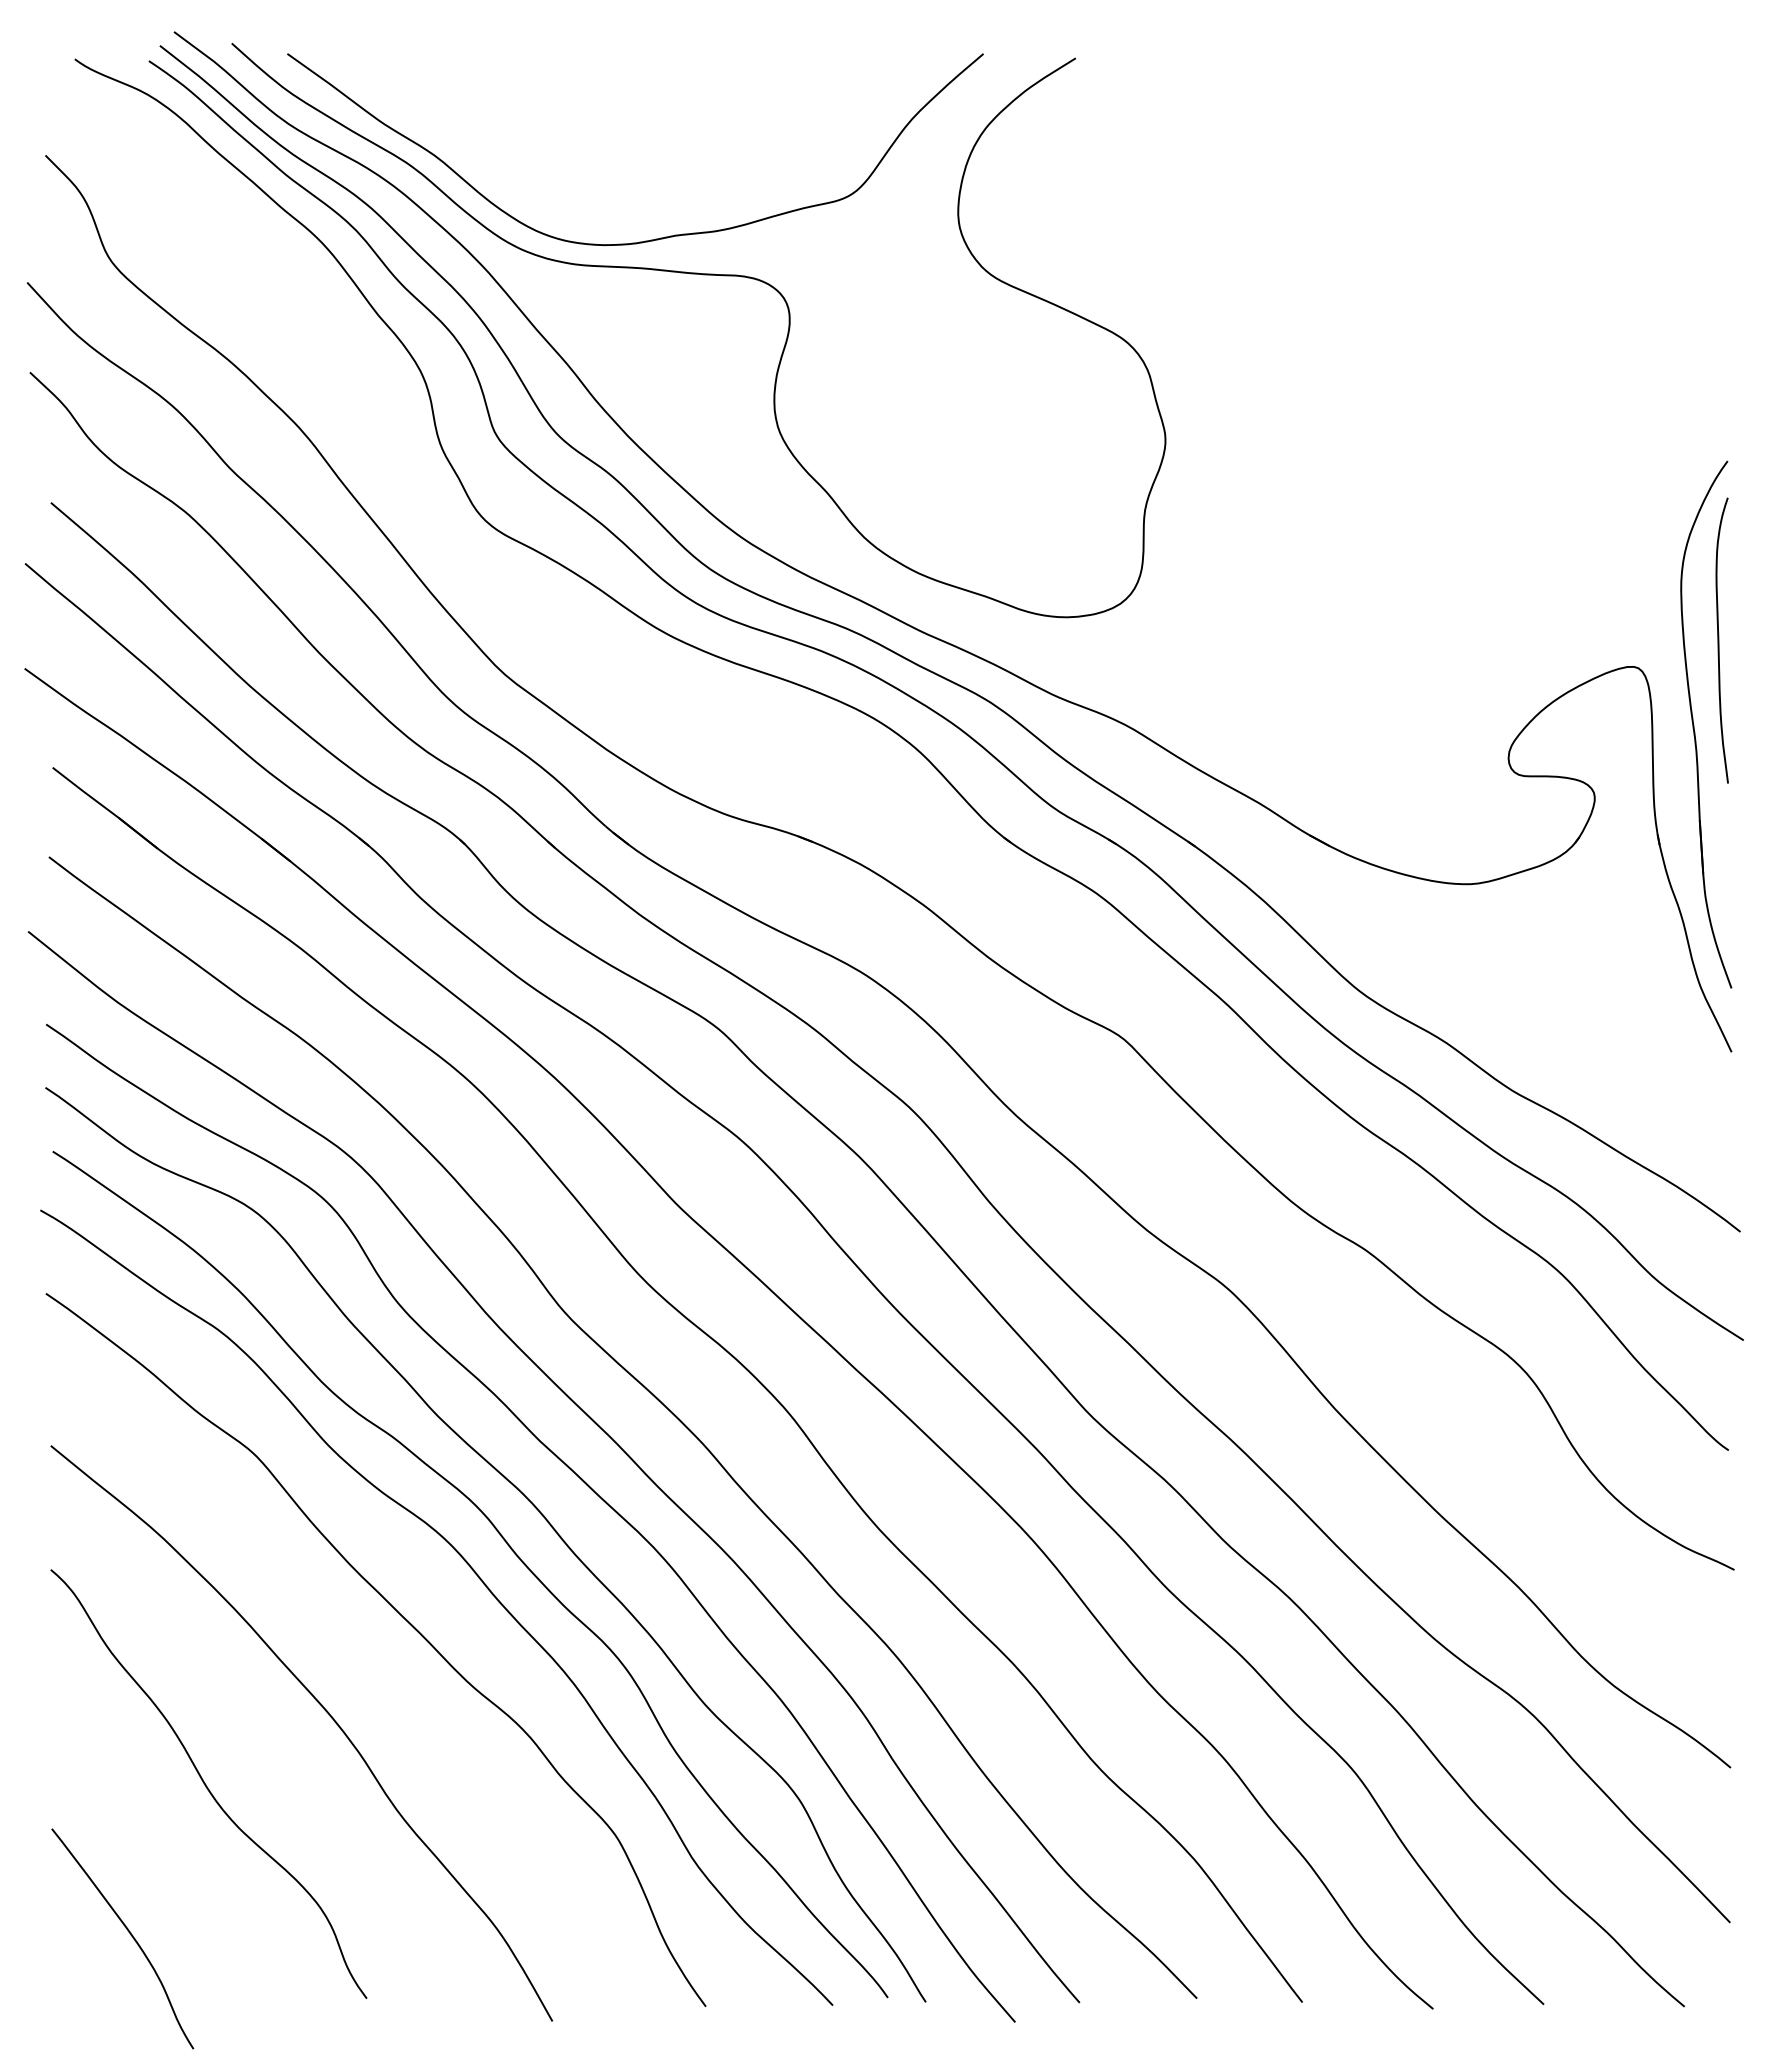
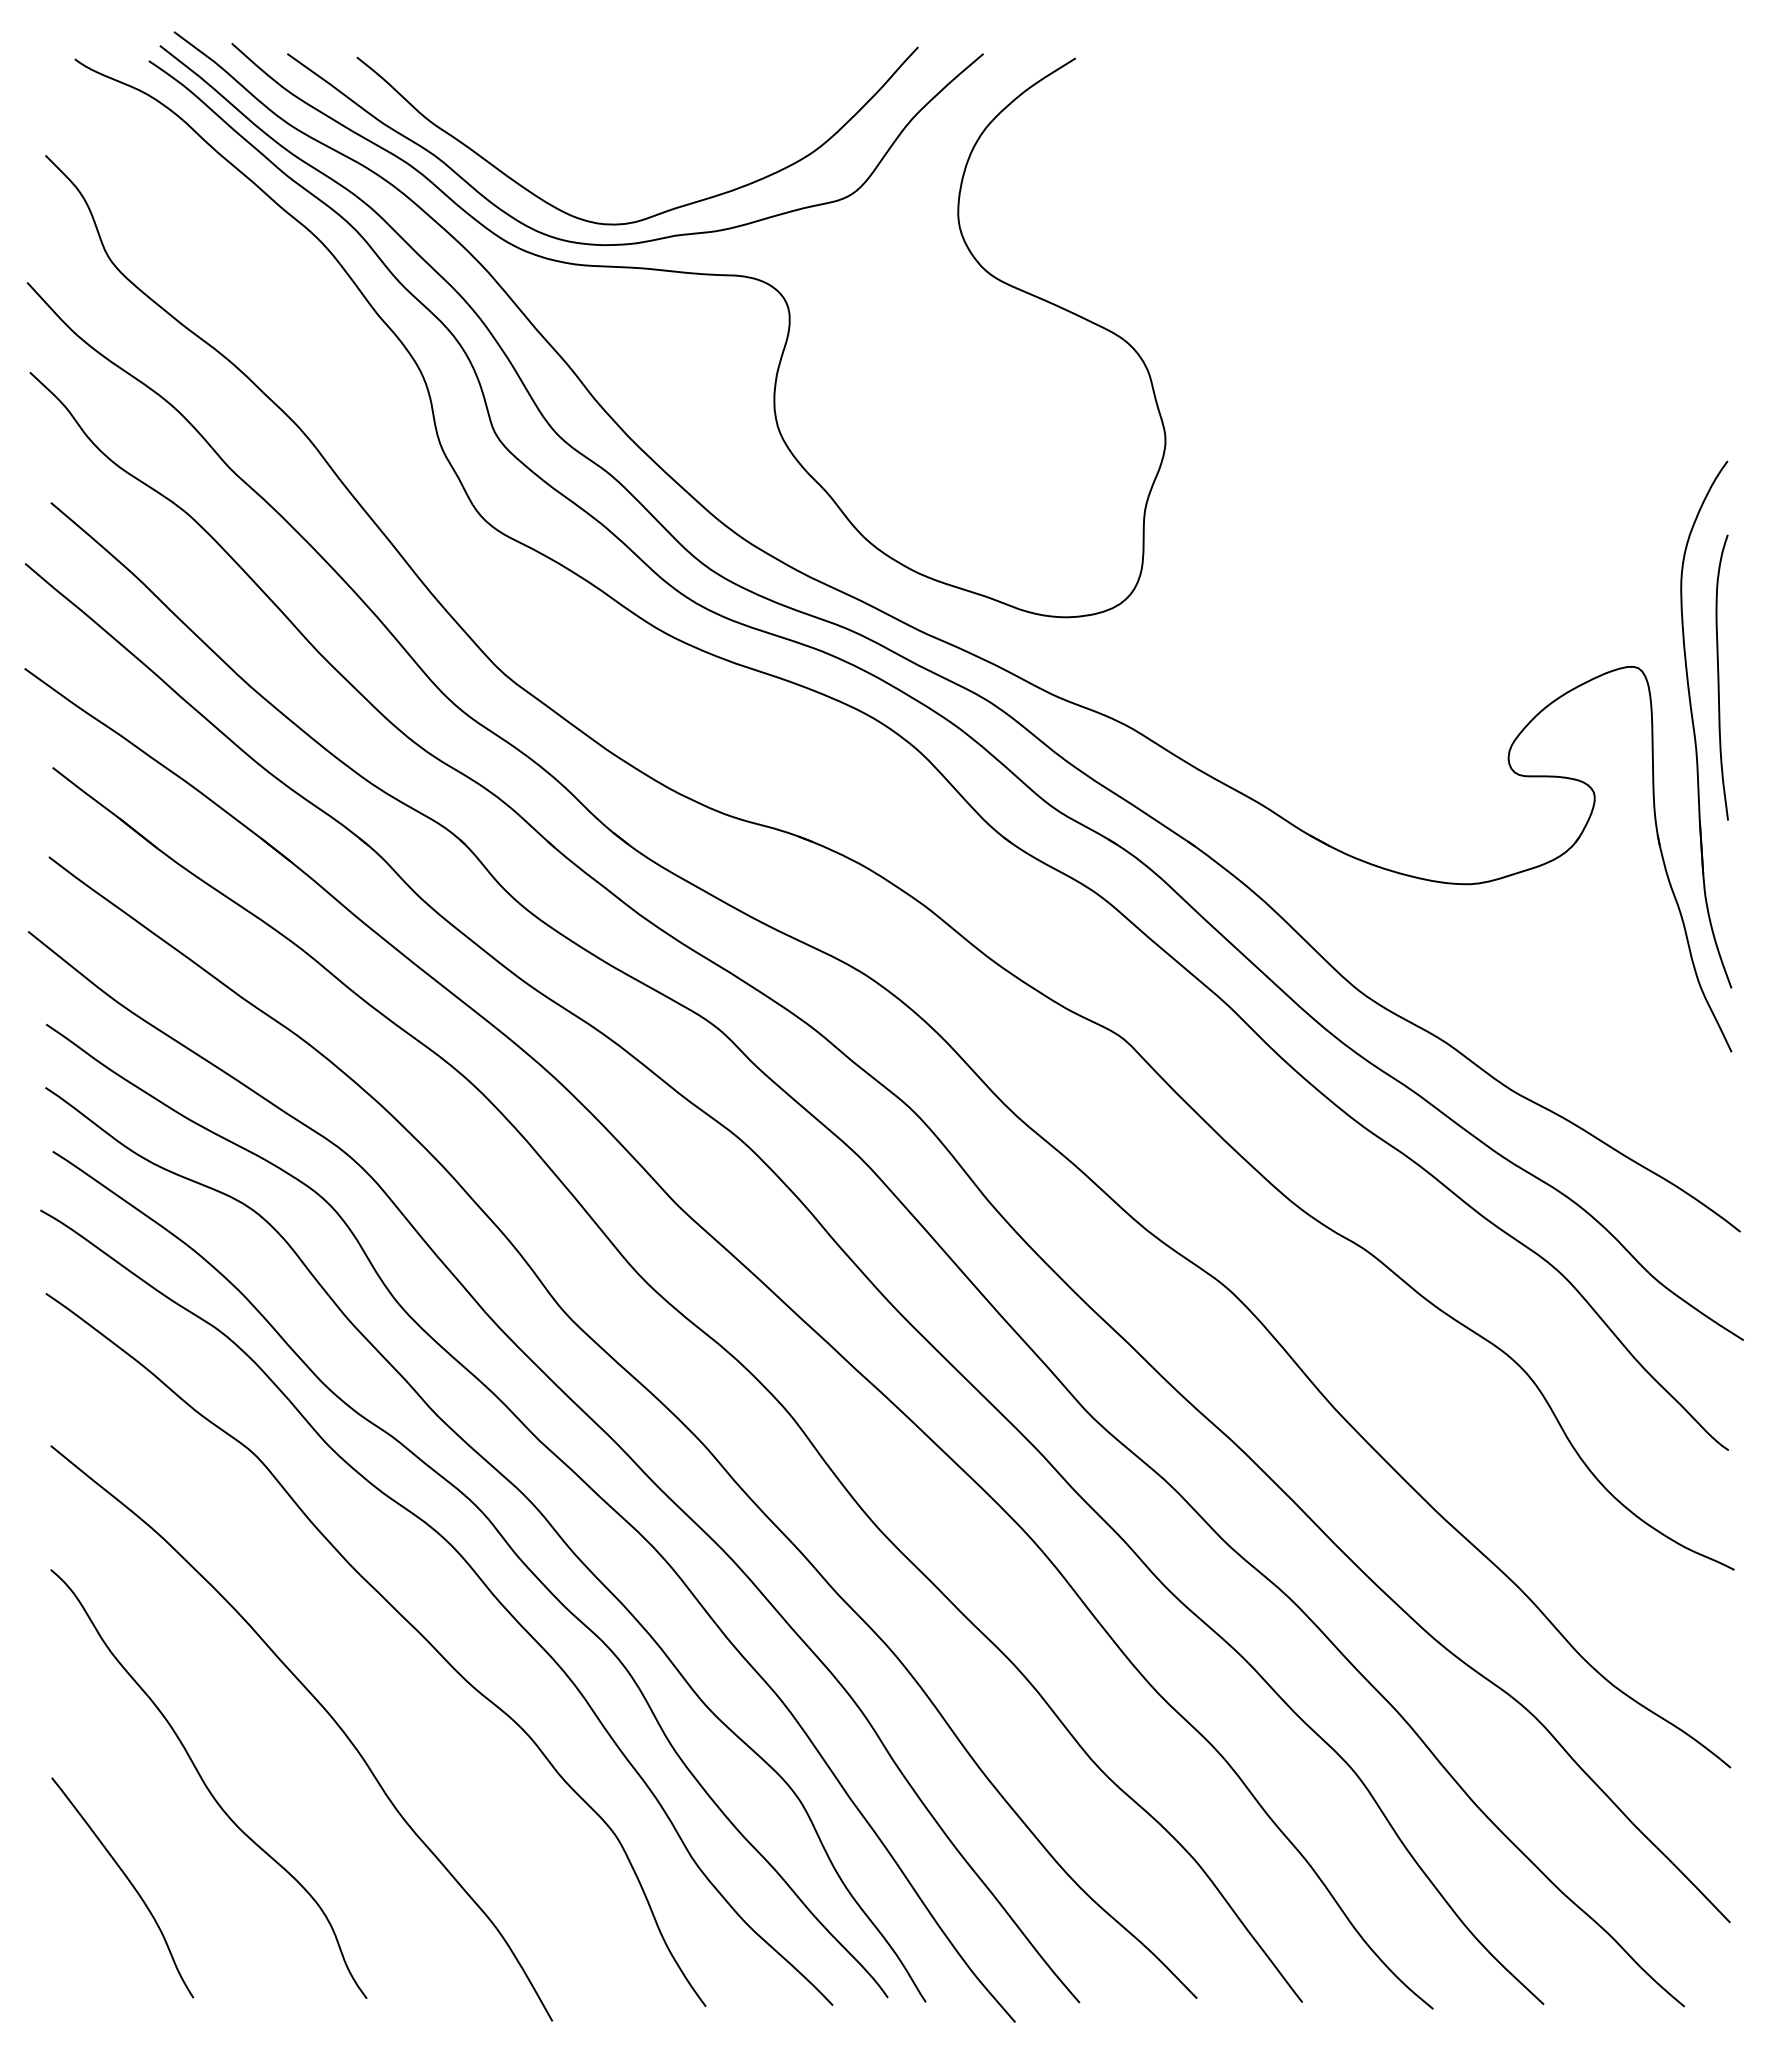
curve at (662, 211): none -> present
curve at (1719, 640) position: (1719, 640) -> (1719, 677)
curve at (128, 1932) position: (128, 1932) -> (128, 1881)
